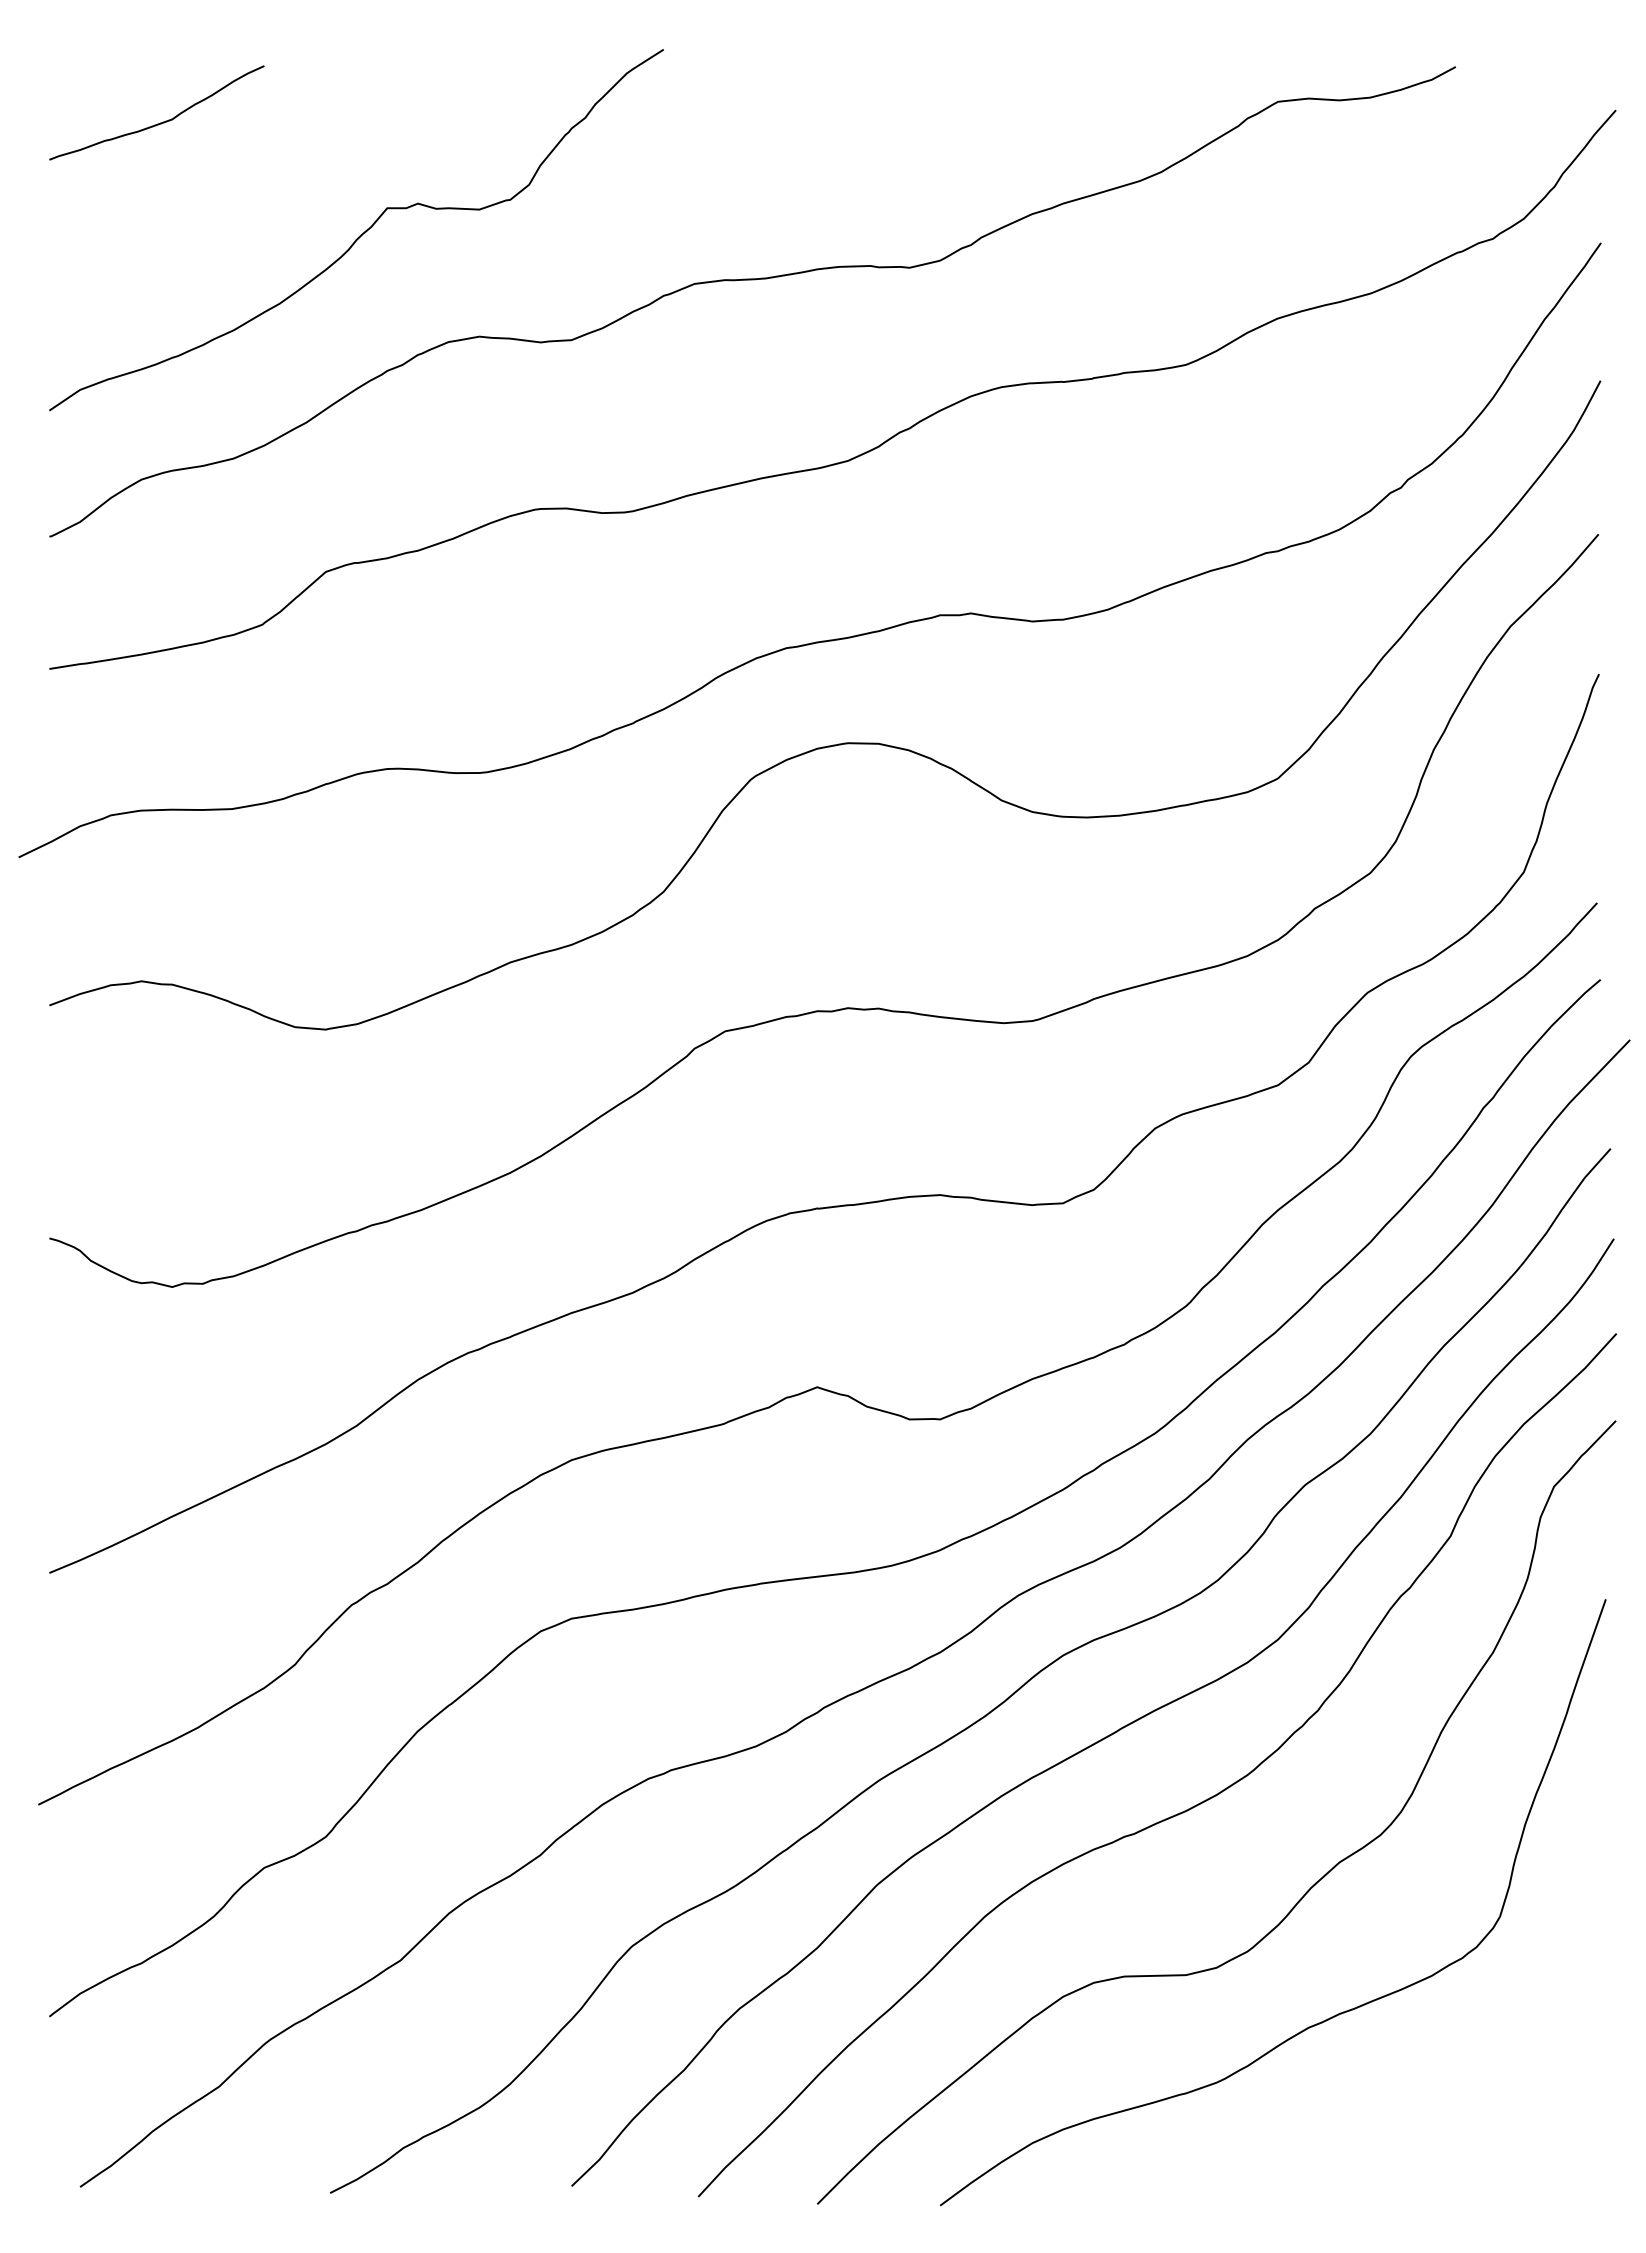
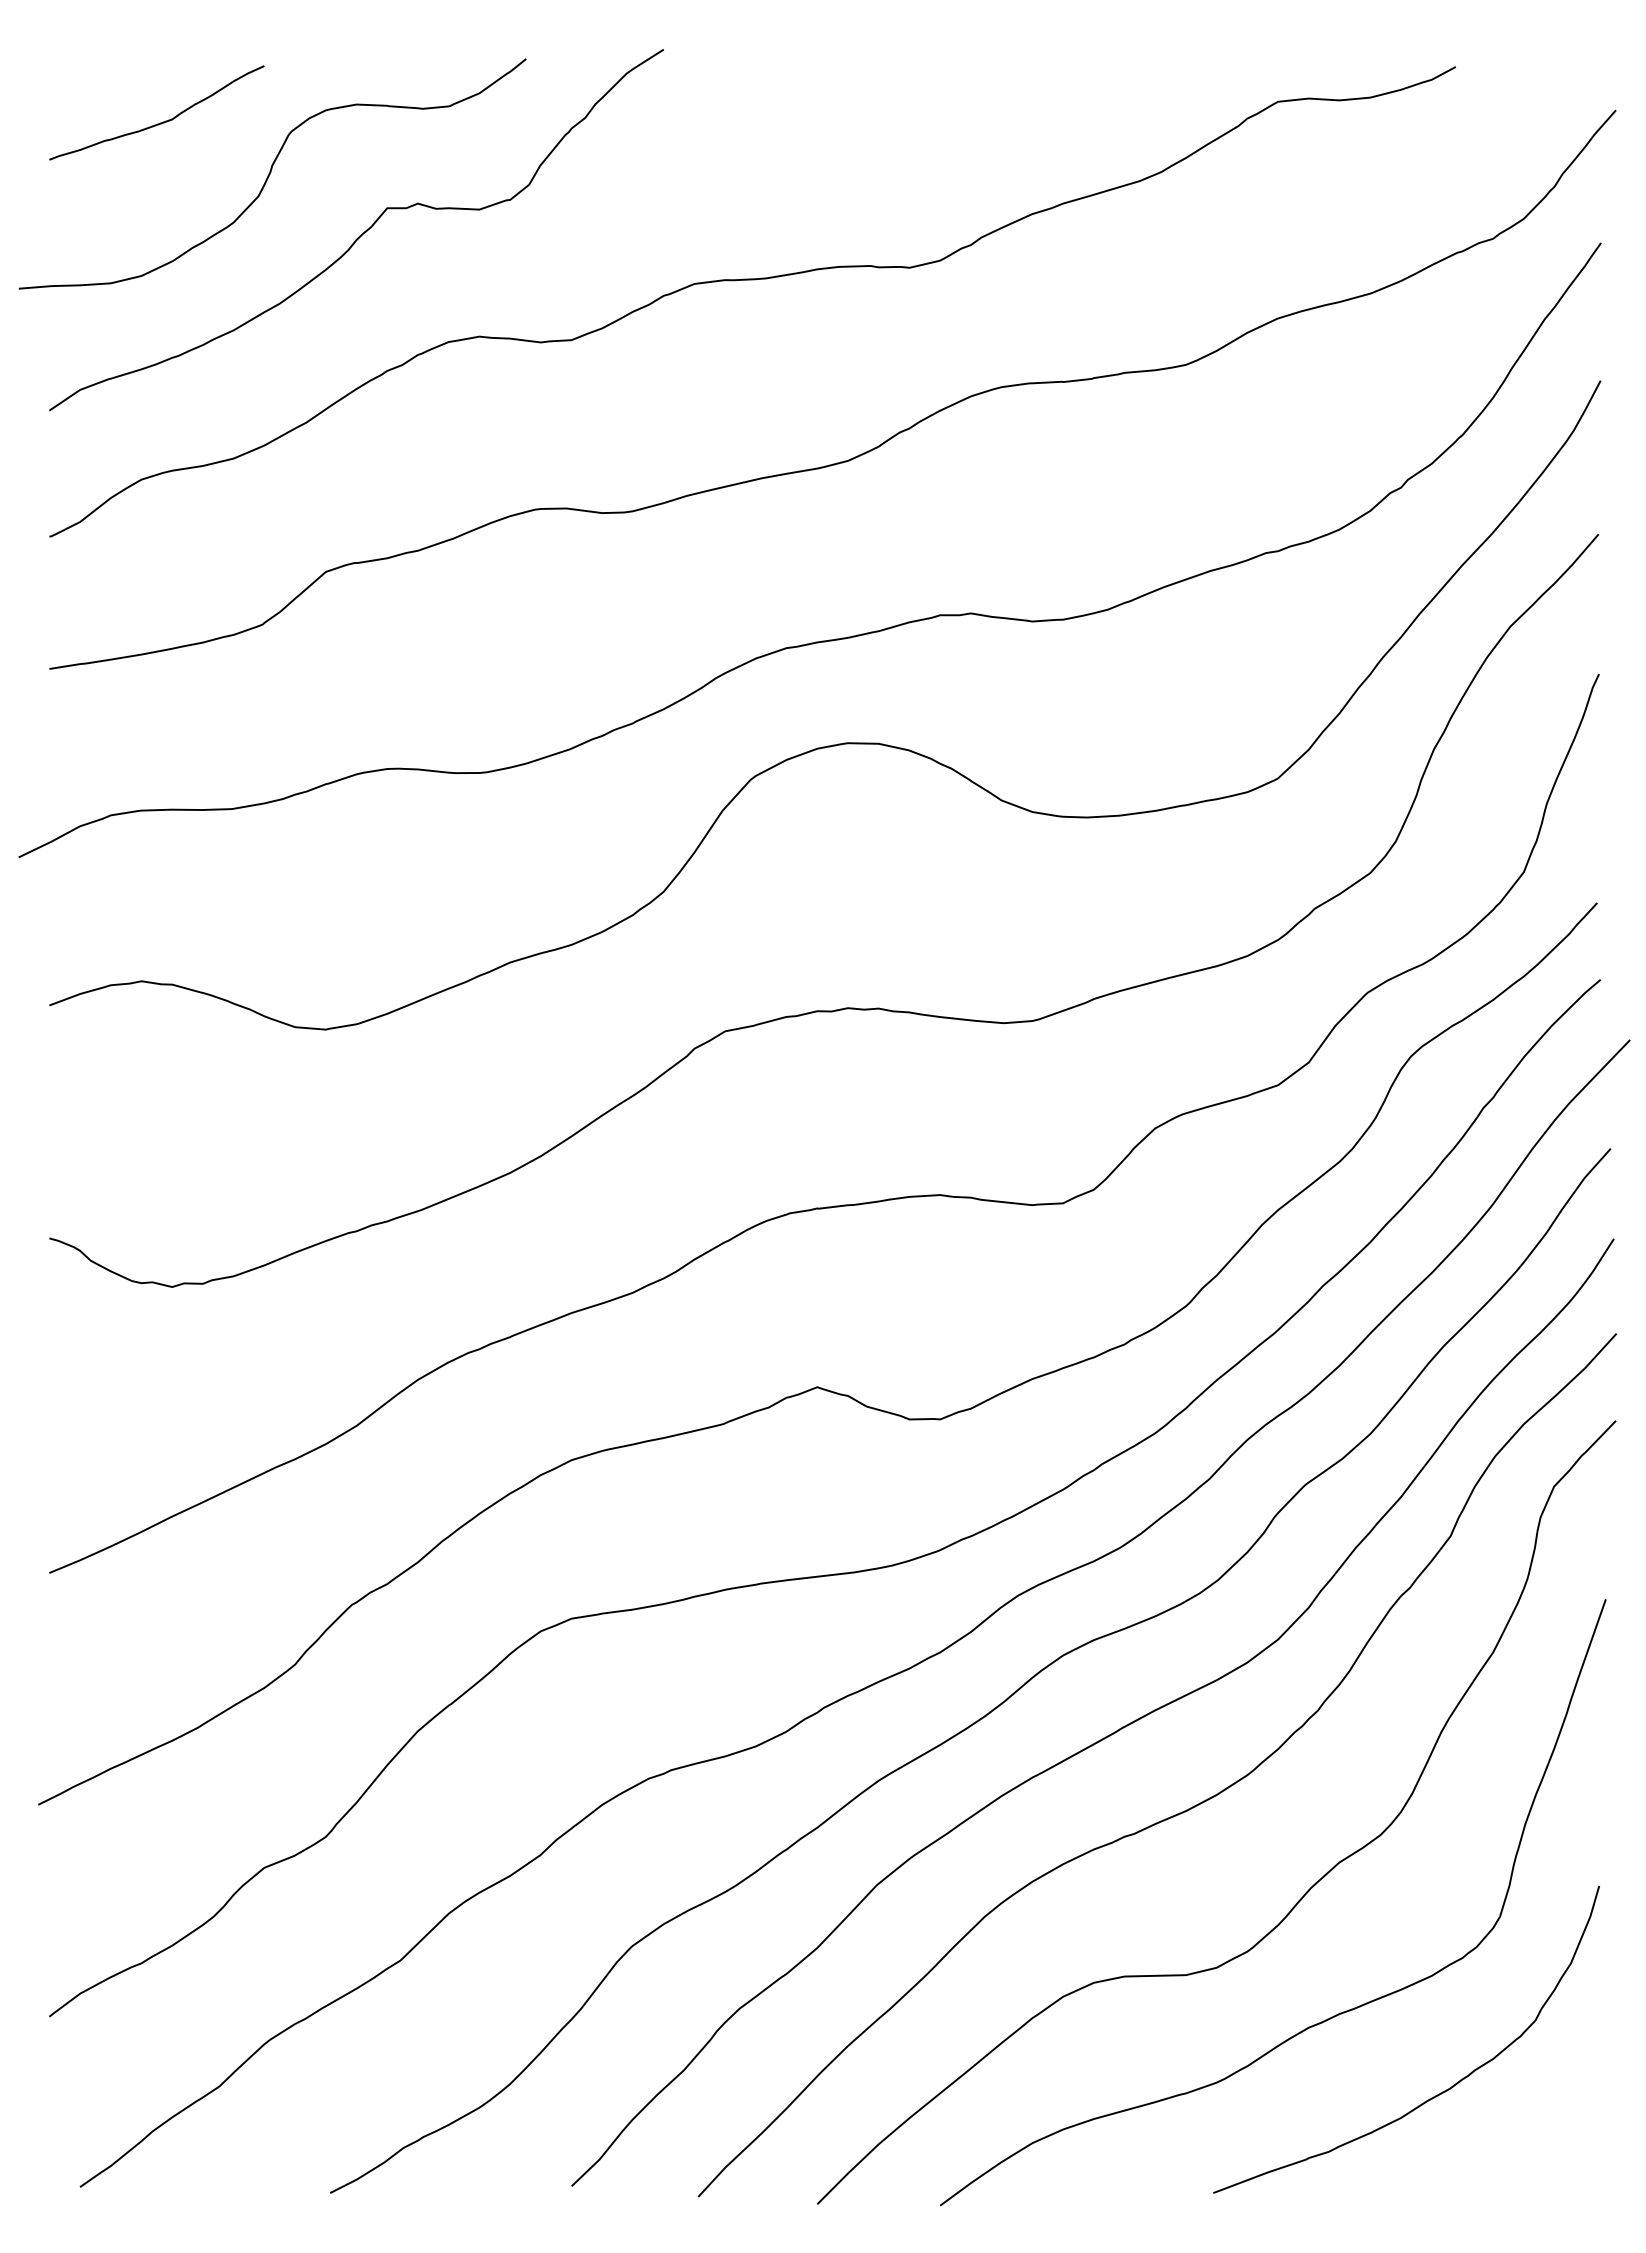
curve at (271, 172): none -> present
curve at (1440, 2092): none -> present
